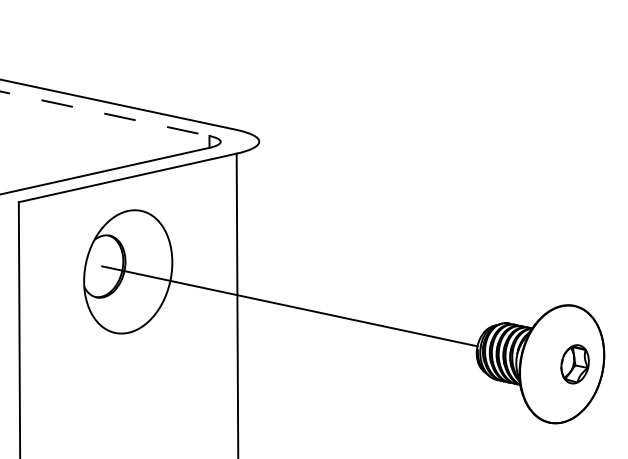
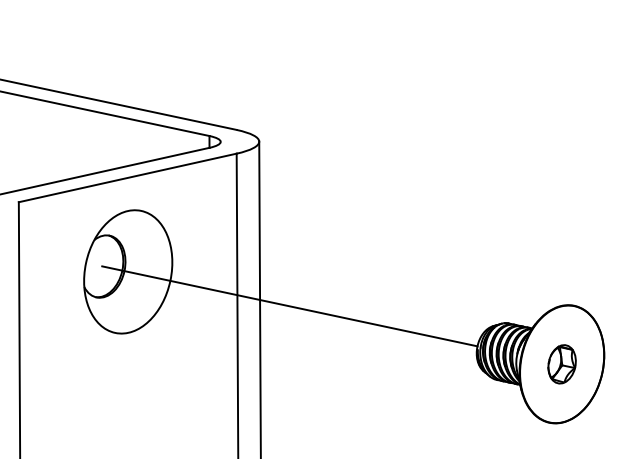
line at (104, 113): dashed -> solid
line at (259, 298): none -> present
part at (574, 364) position: (574, 364) -> (561, 364)
